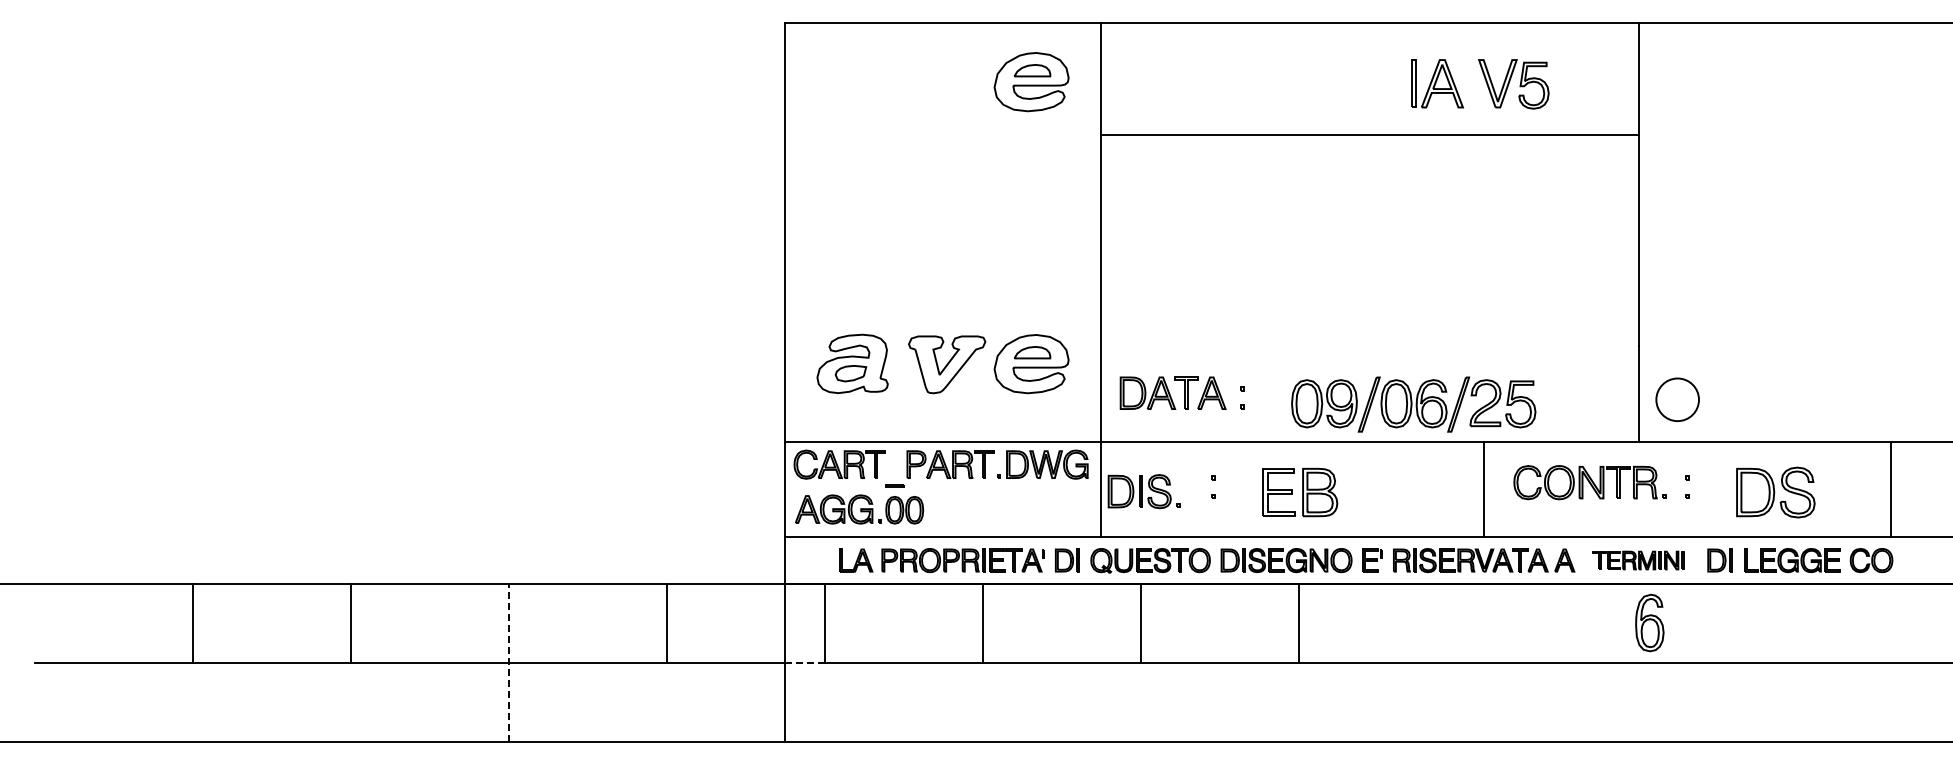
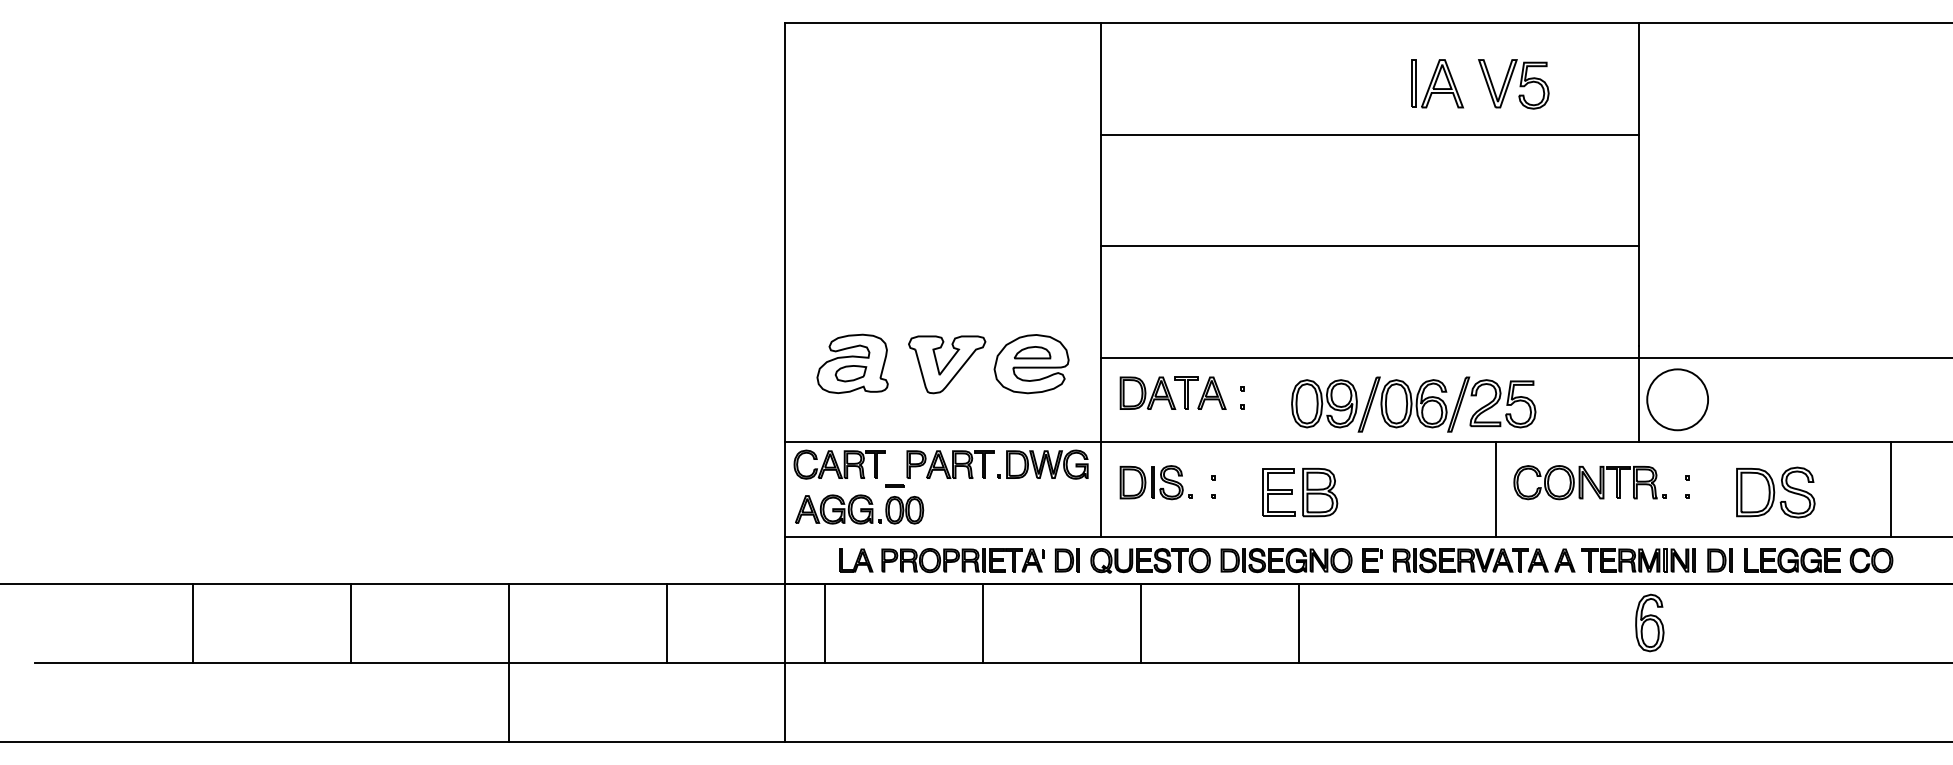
part at (1031, 82): present -> none
line at (1369, 246): none -> present
line at (1525, 358): none -> present
circle at (1677, 399) diameter: 43 px -> 61 px
line at (1484, 488) position: (1484, 488) -> (1496, 488)
part at (1143, 491) position: (1143, 491) -> (1155, 482)
part at (1638, 560) size: 93x21 px -> 115x25 px
line at (508, 662): dashed -> solid
line at (805, 662): dashed -> solid
